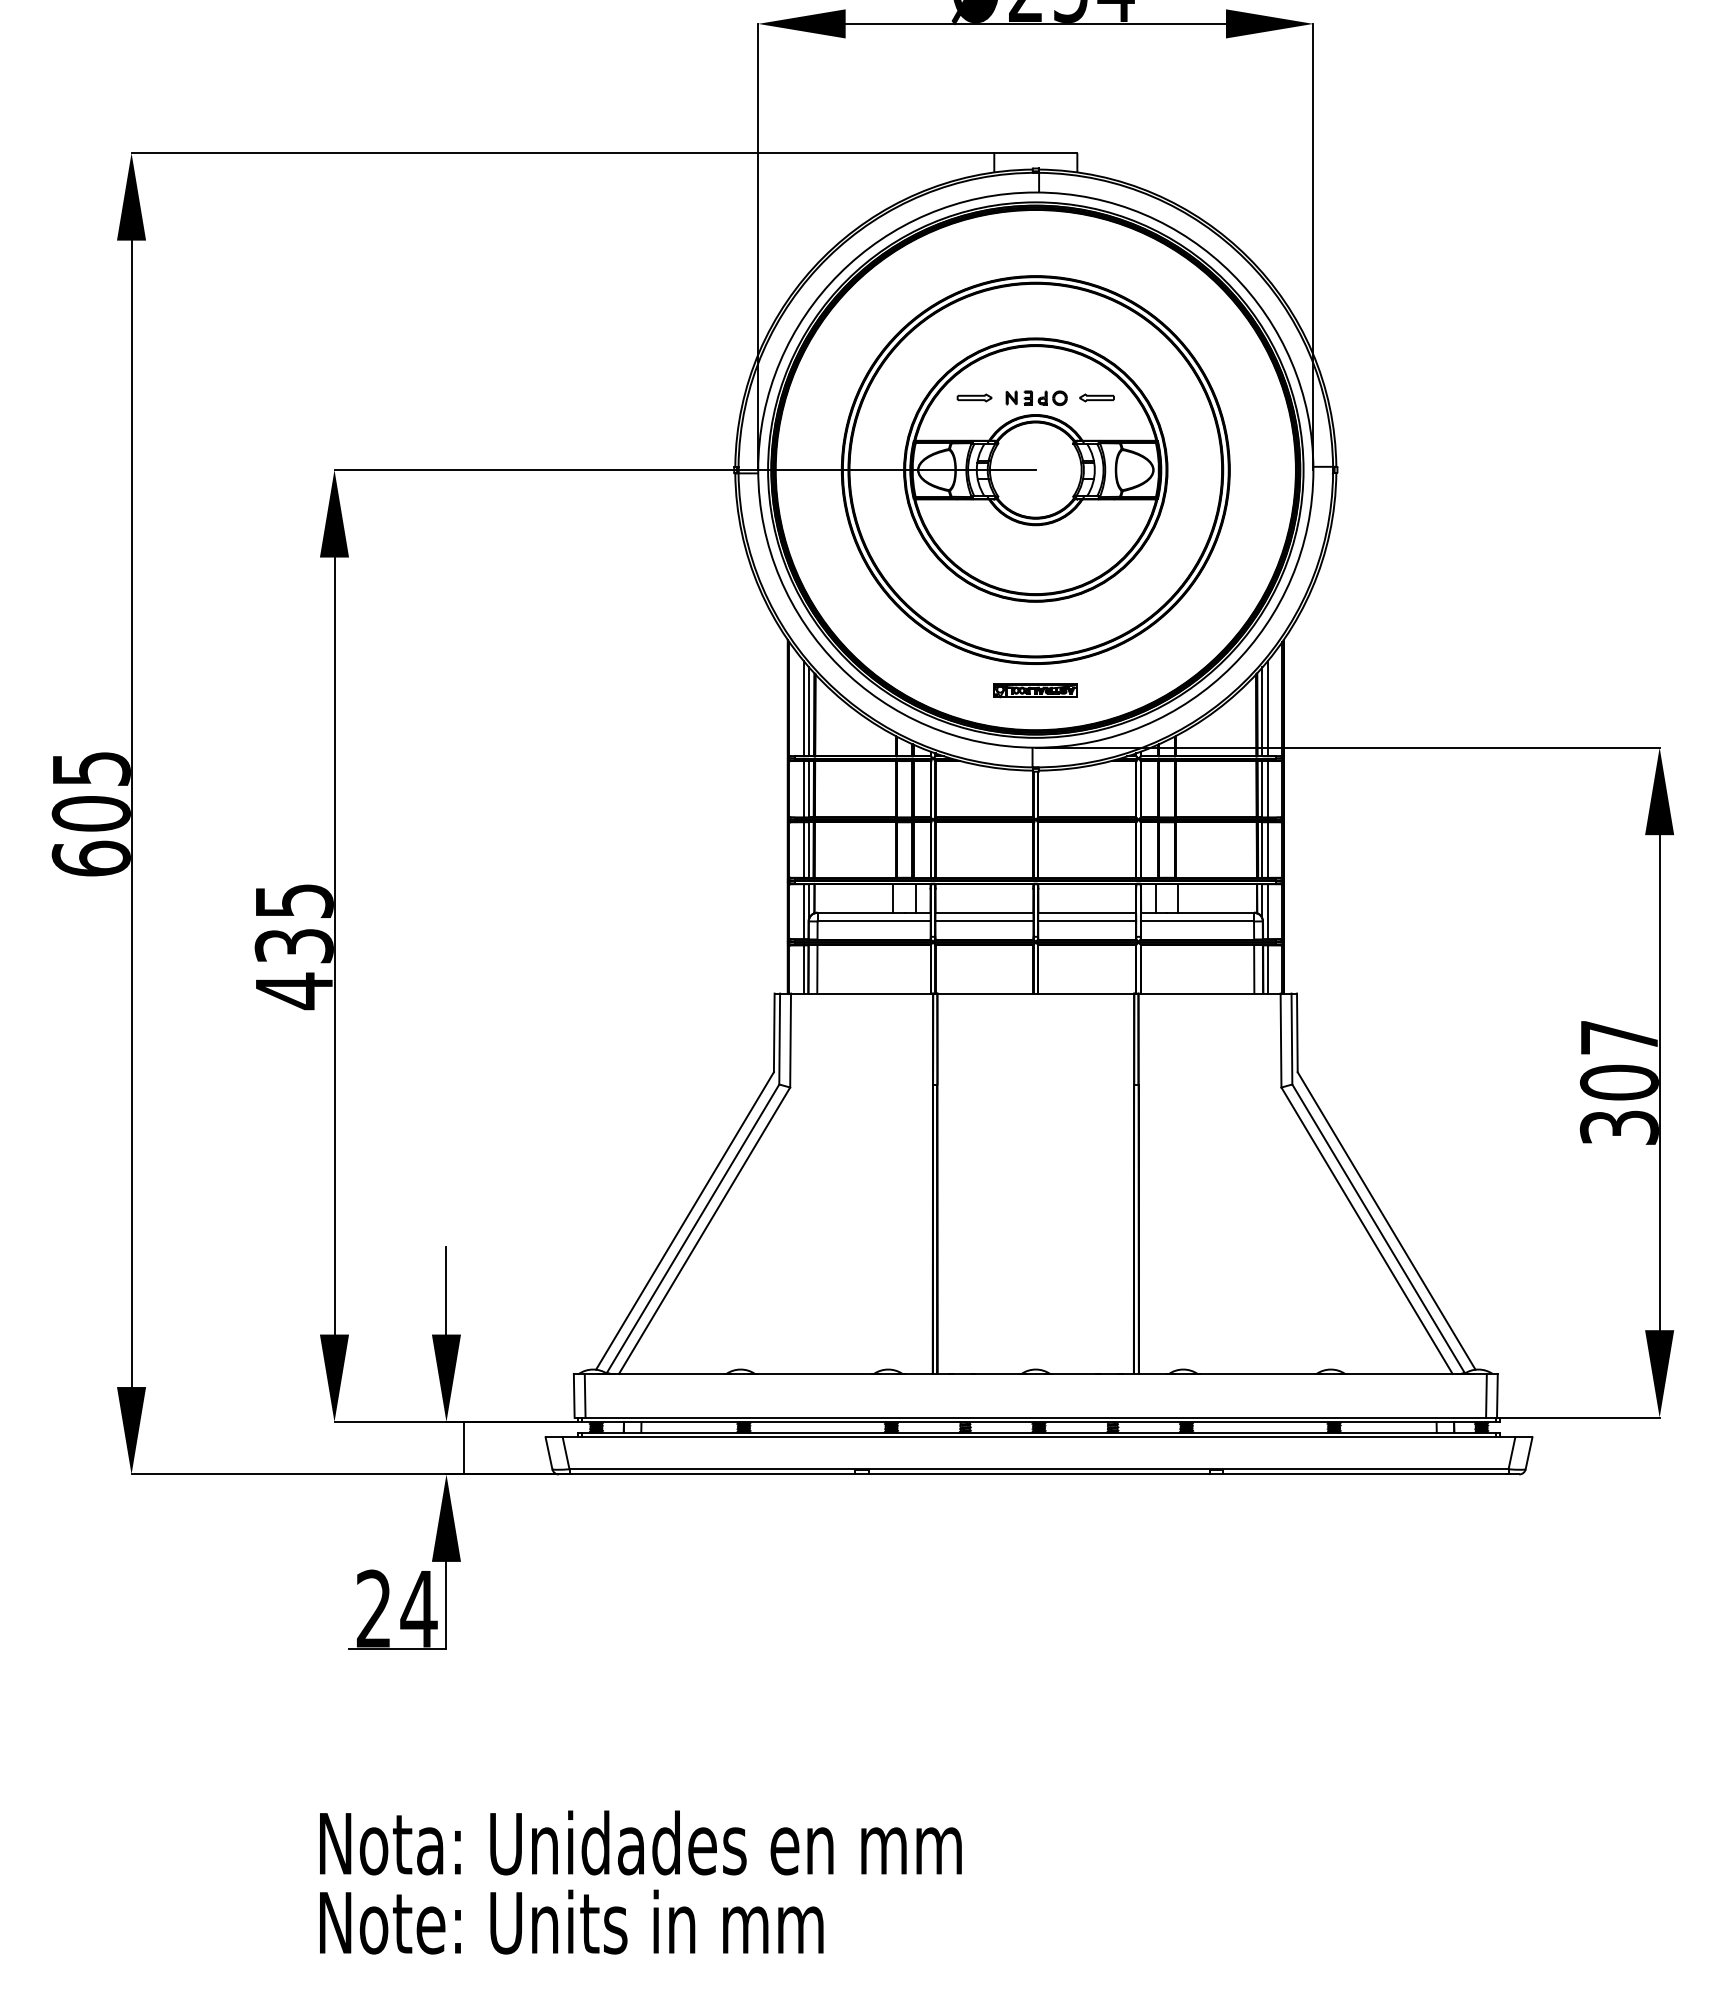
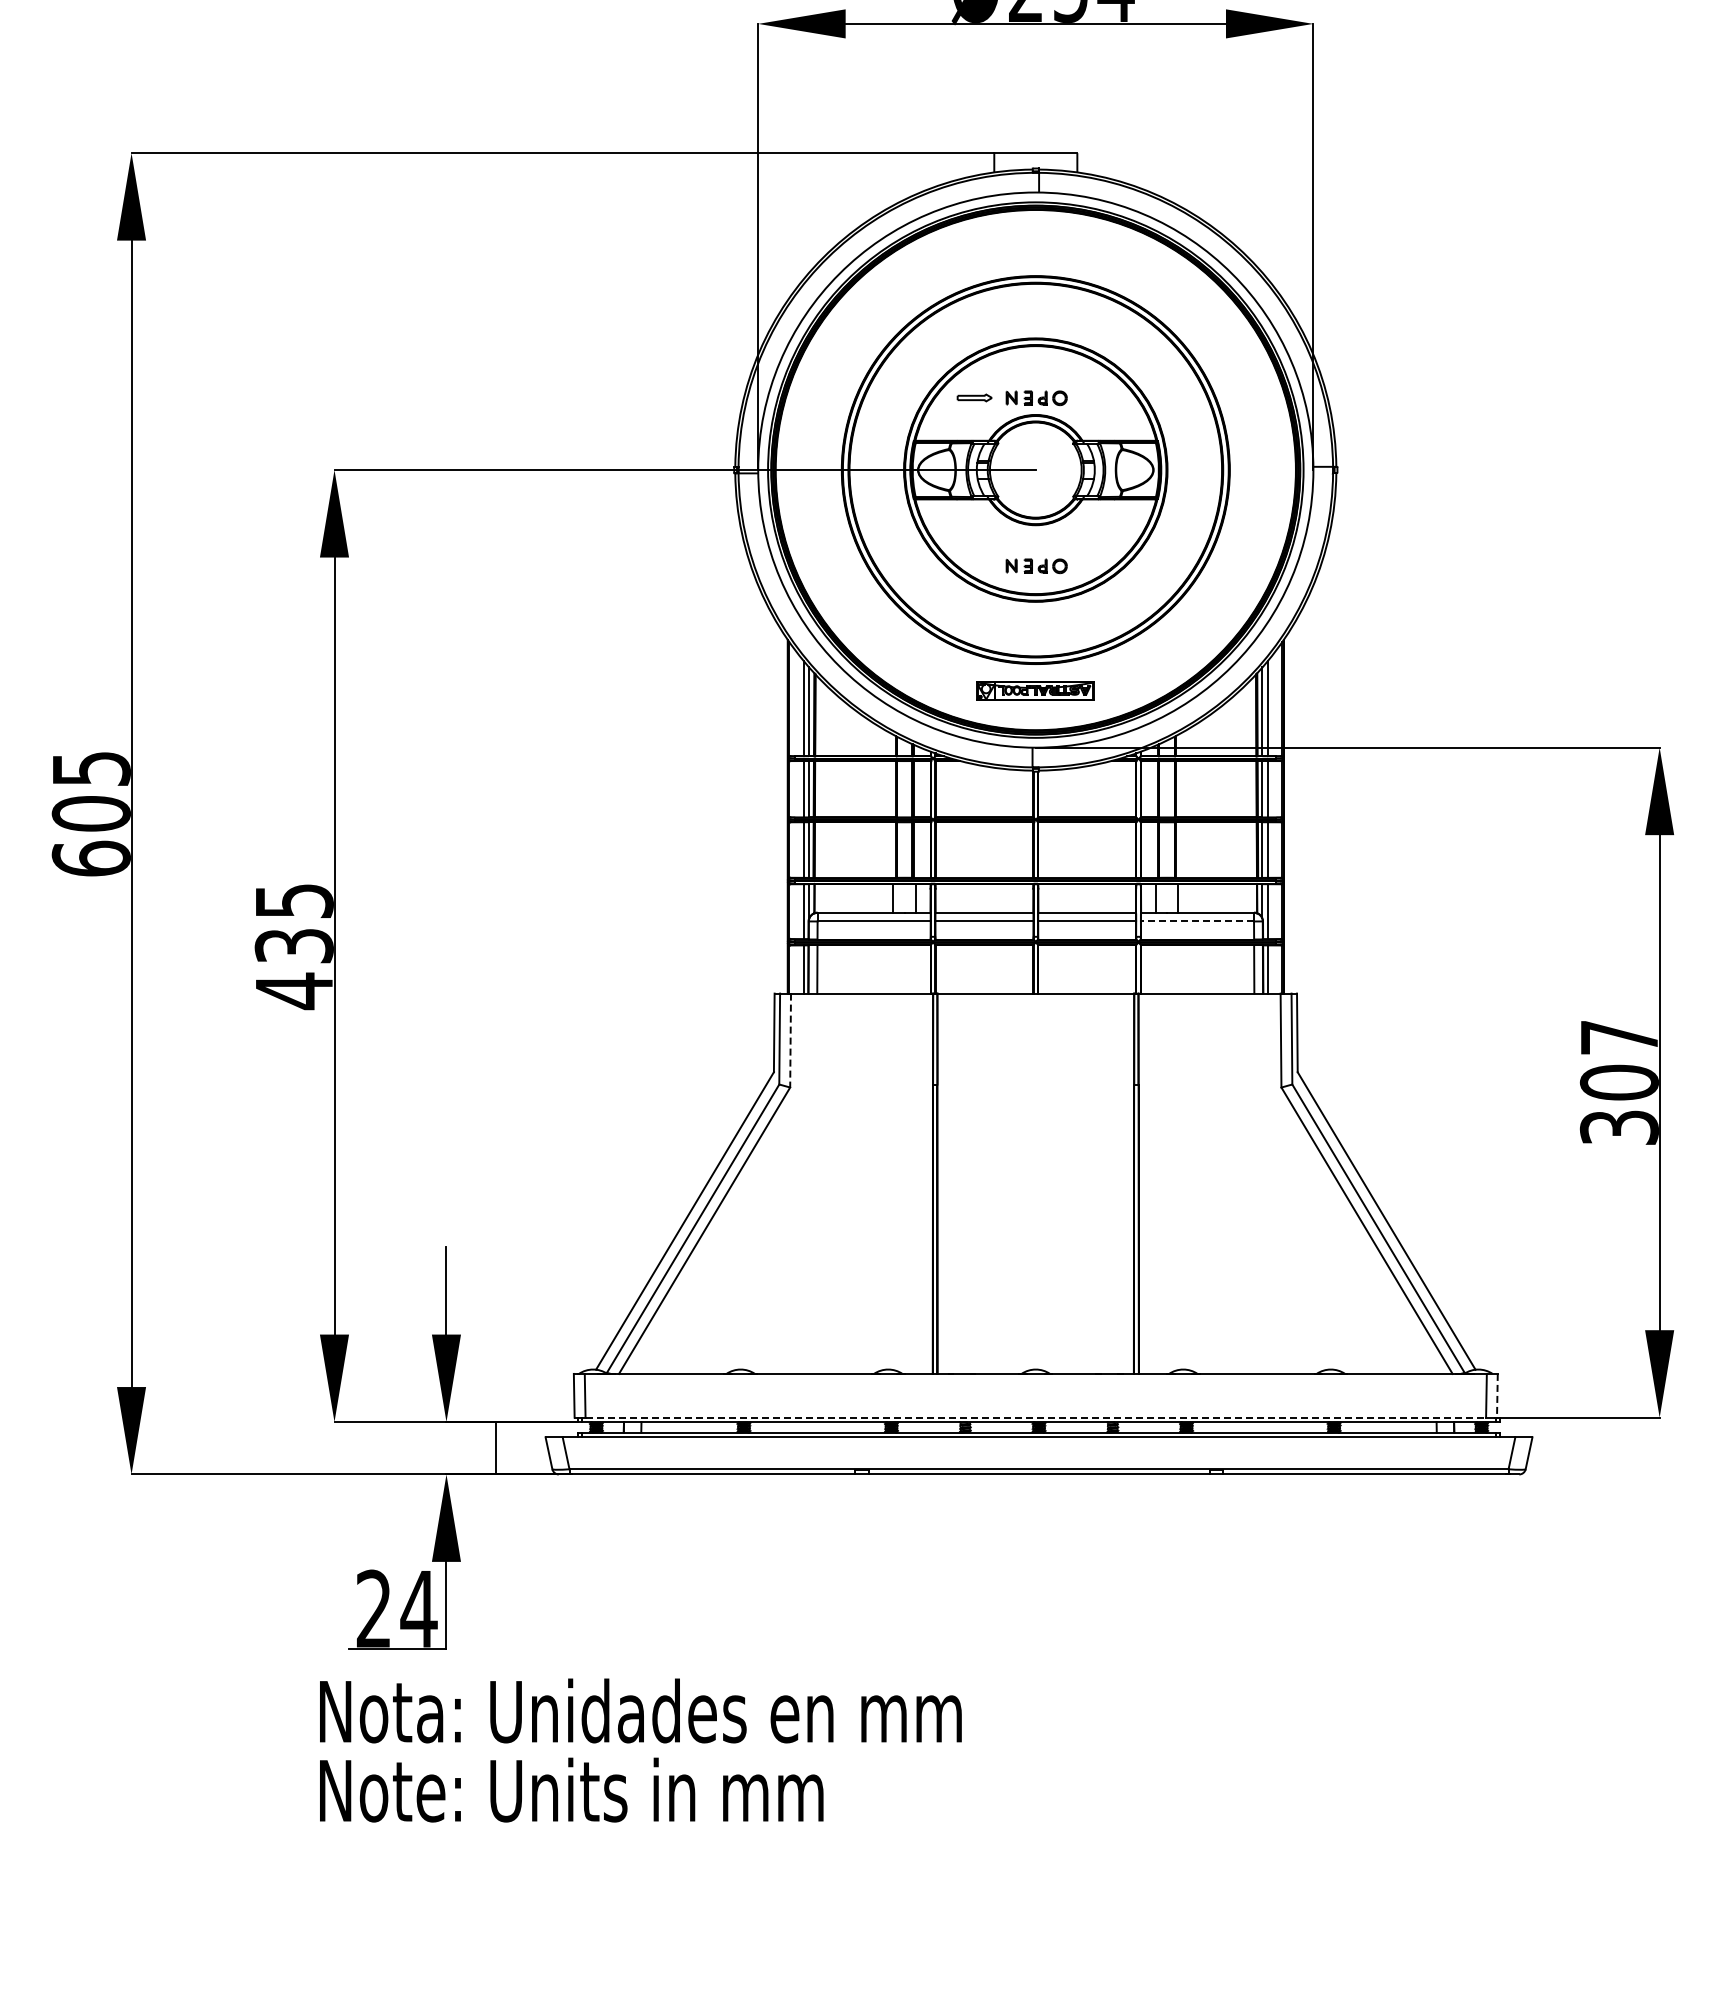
part at (1096, 397): present -> none
part at (1036, 566): none -> present
part at (1035, 690) size: 85x16 px -> 119x20 px
line at (1197, 921): solid -> dashed
line at (790, 1040): solid -> dashed
line at (1497, 1395): solid -> dashed
line at (1036, 1417): solid -> dashed
line at (463, 1448) position: (463, 1448) -> (495, 1448)
text at (640, 1882) position: (640, 1882) -> (640, 1750)
